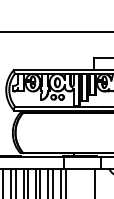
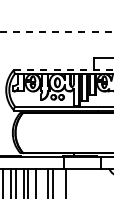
line at (57, 31): solid -> dashed
line at (64, 69): solid -> dashed
line at (40, 181): present -> none
line at (60, 181): present -> none
line at (94, 181): present -> none
